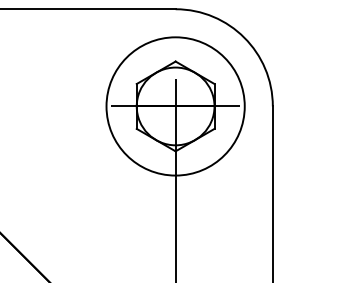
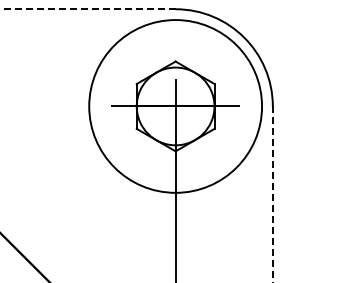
line at (88, 9): solid -> dashed
circle at (175, 106) diameter: 138 px -> 173 px
line at (272, 195): solid -> dashed
